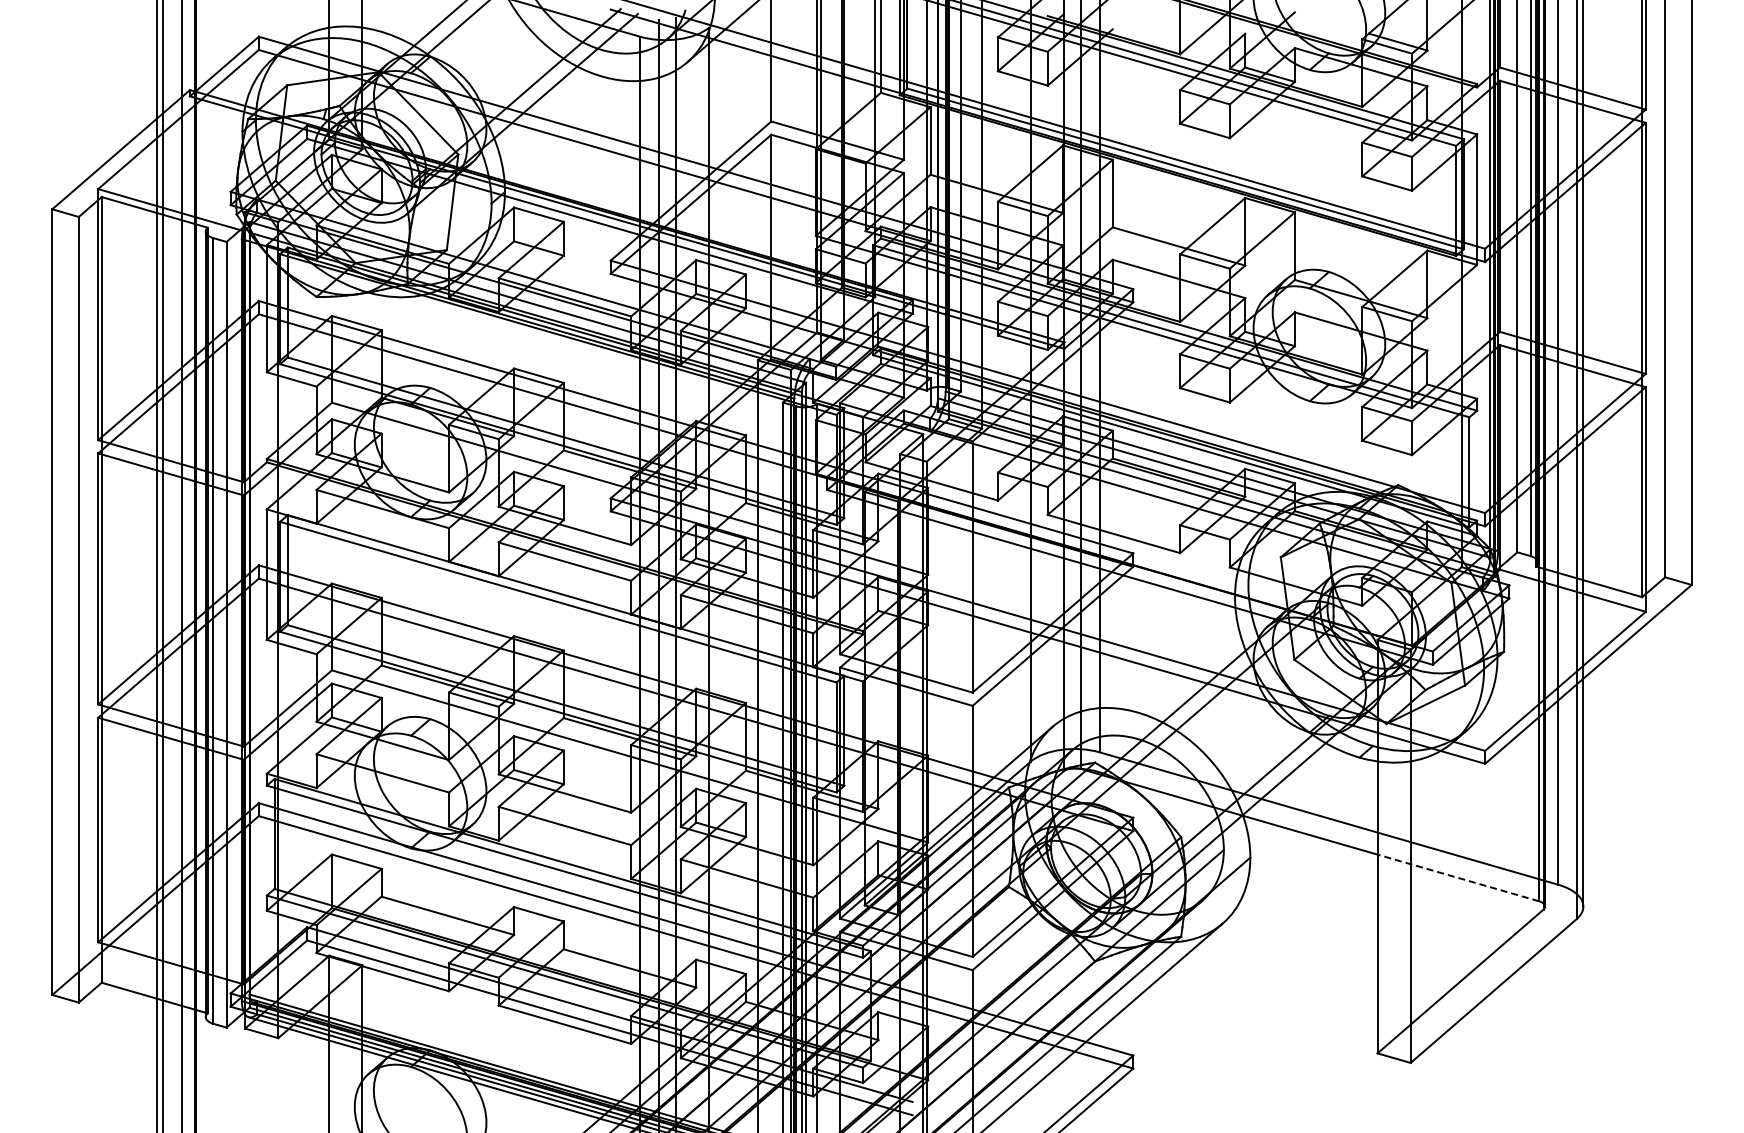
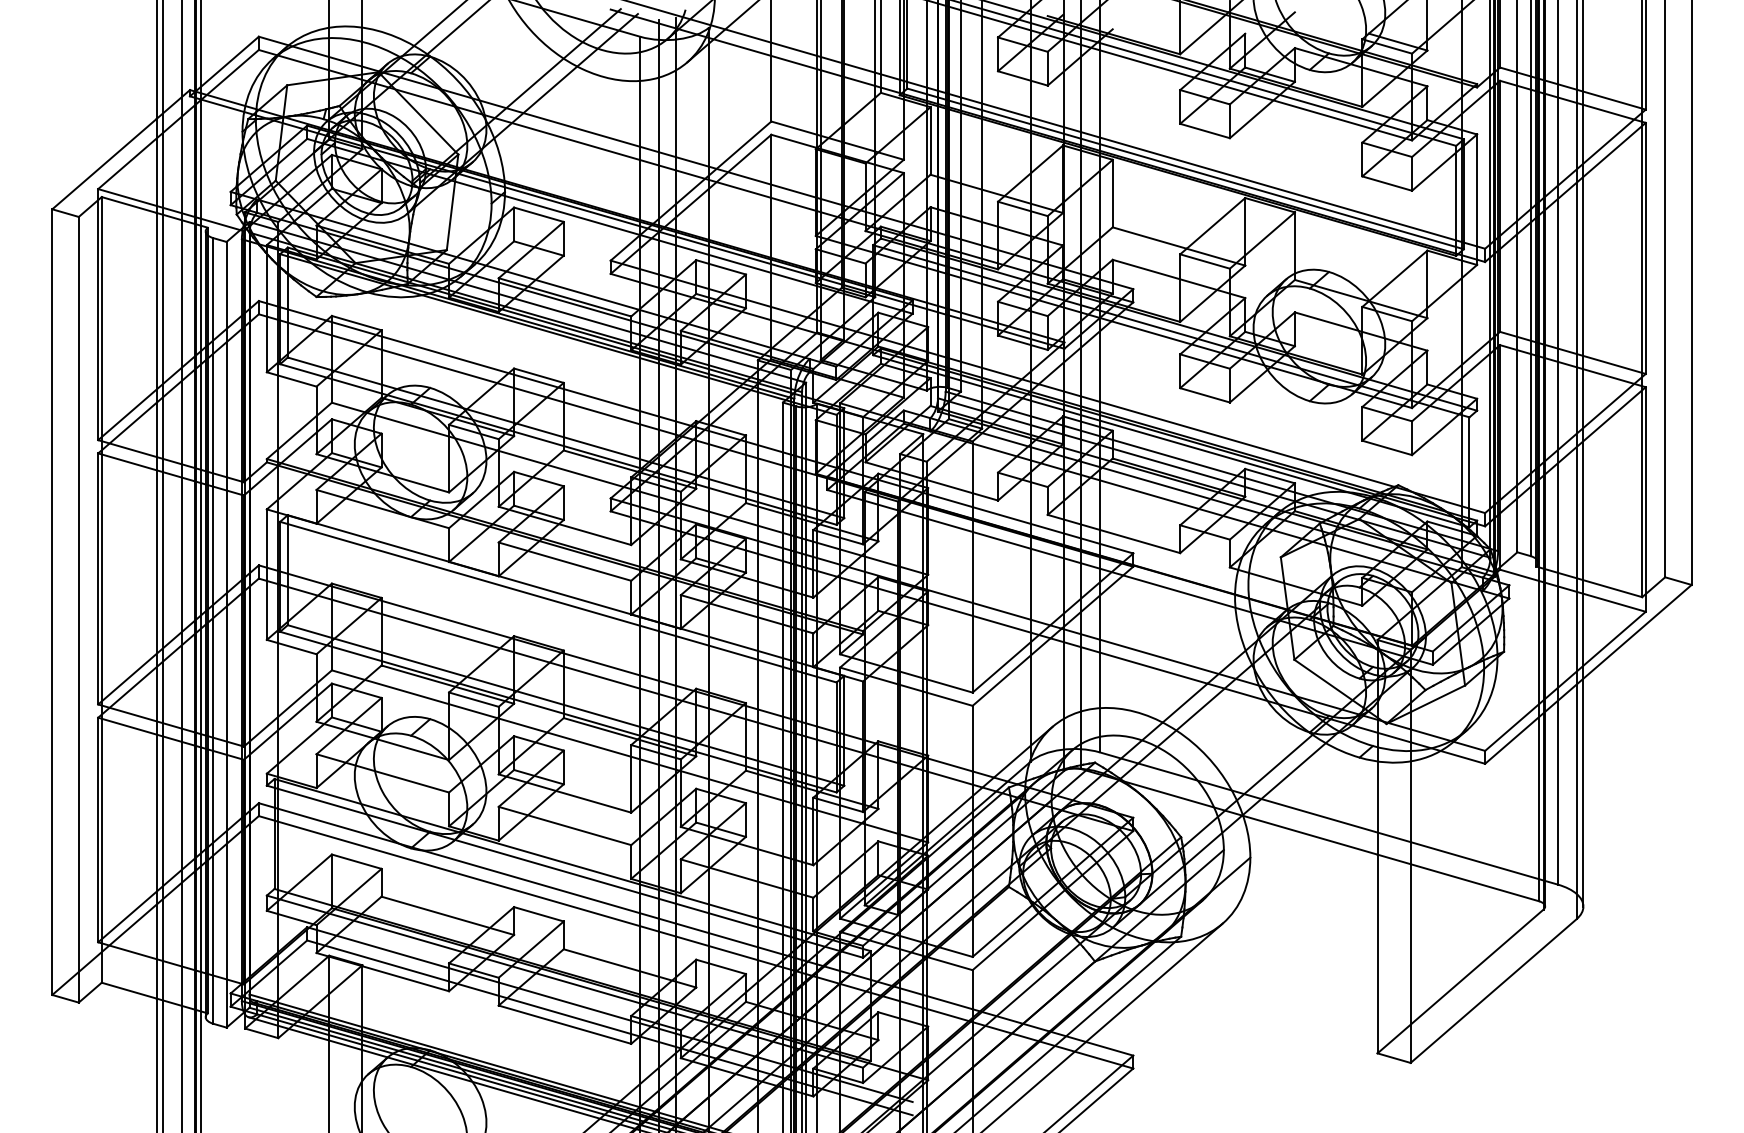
line at (200, 565): none -> present
line at (1457, 877): dashed -> solid
